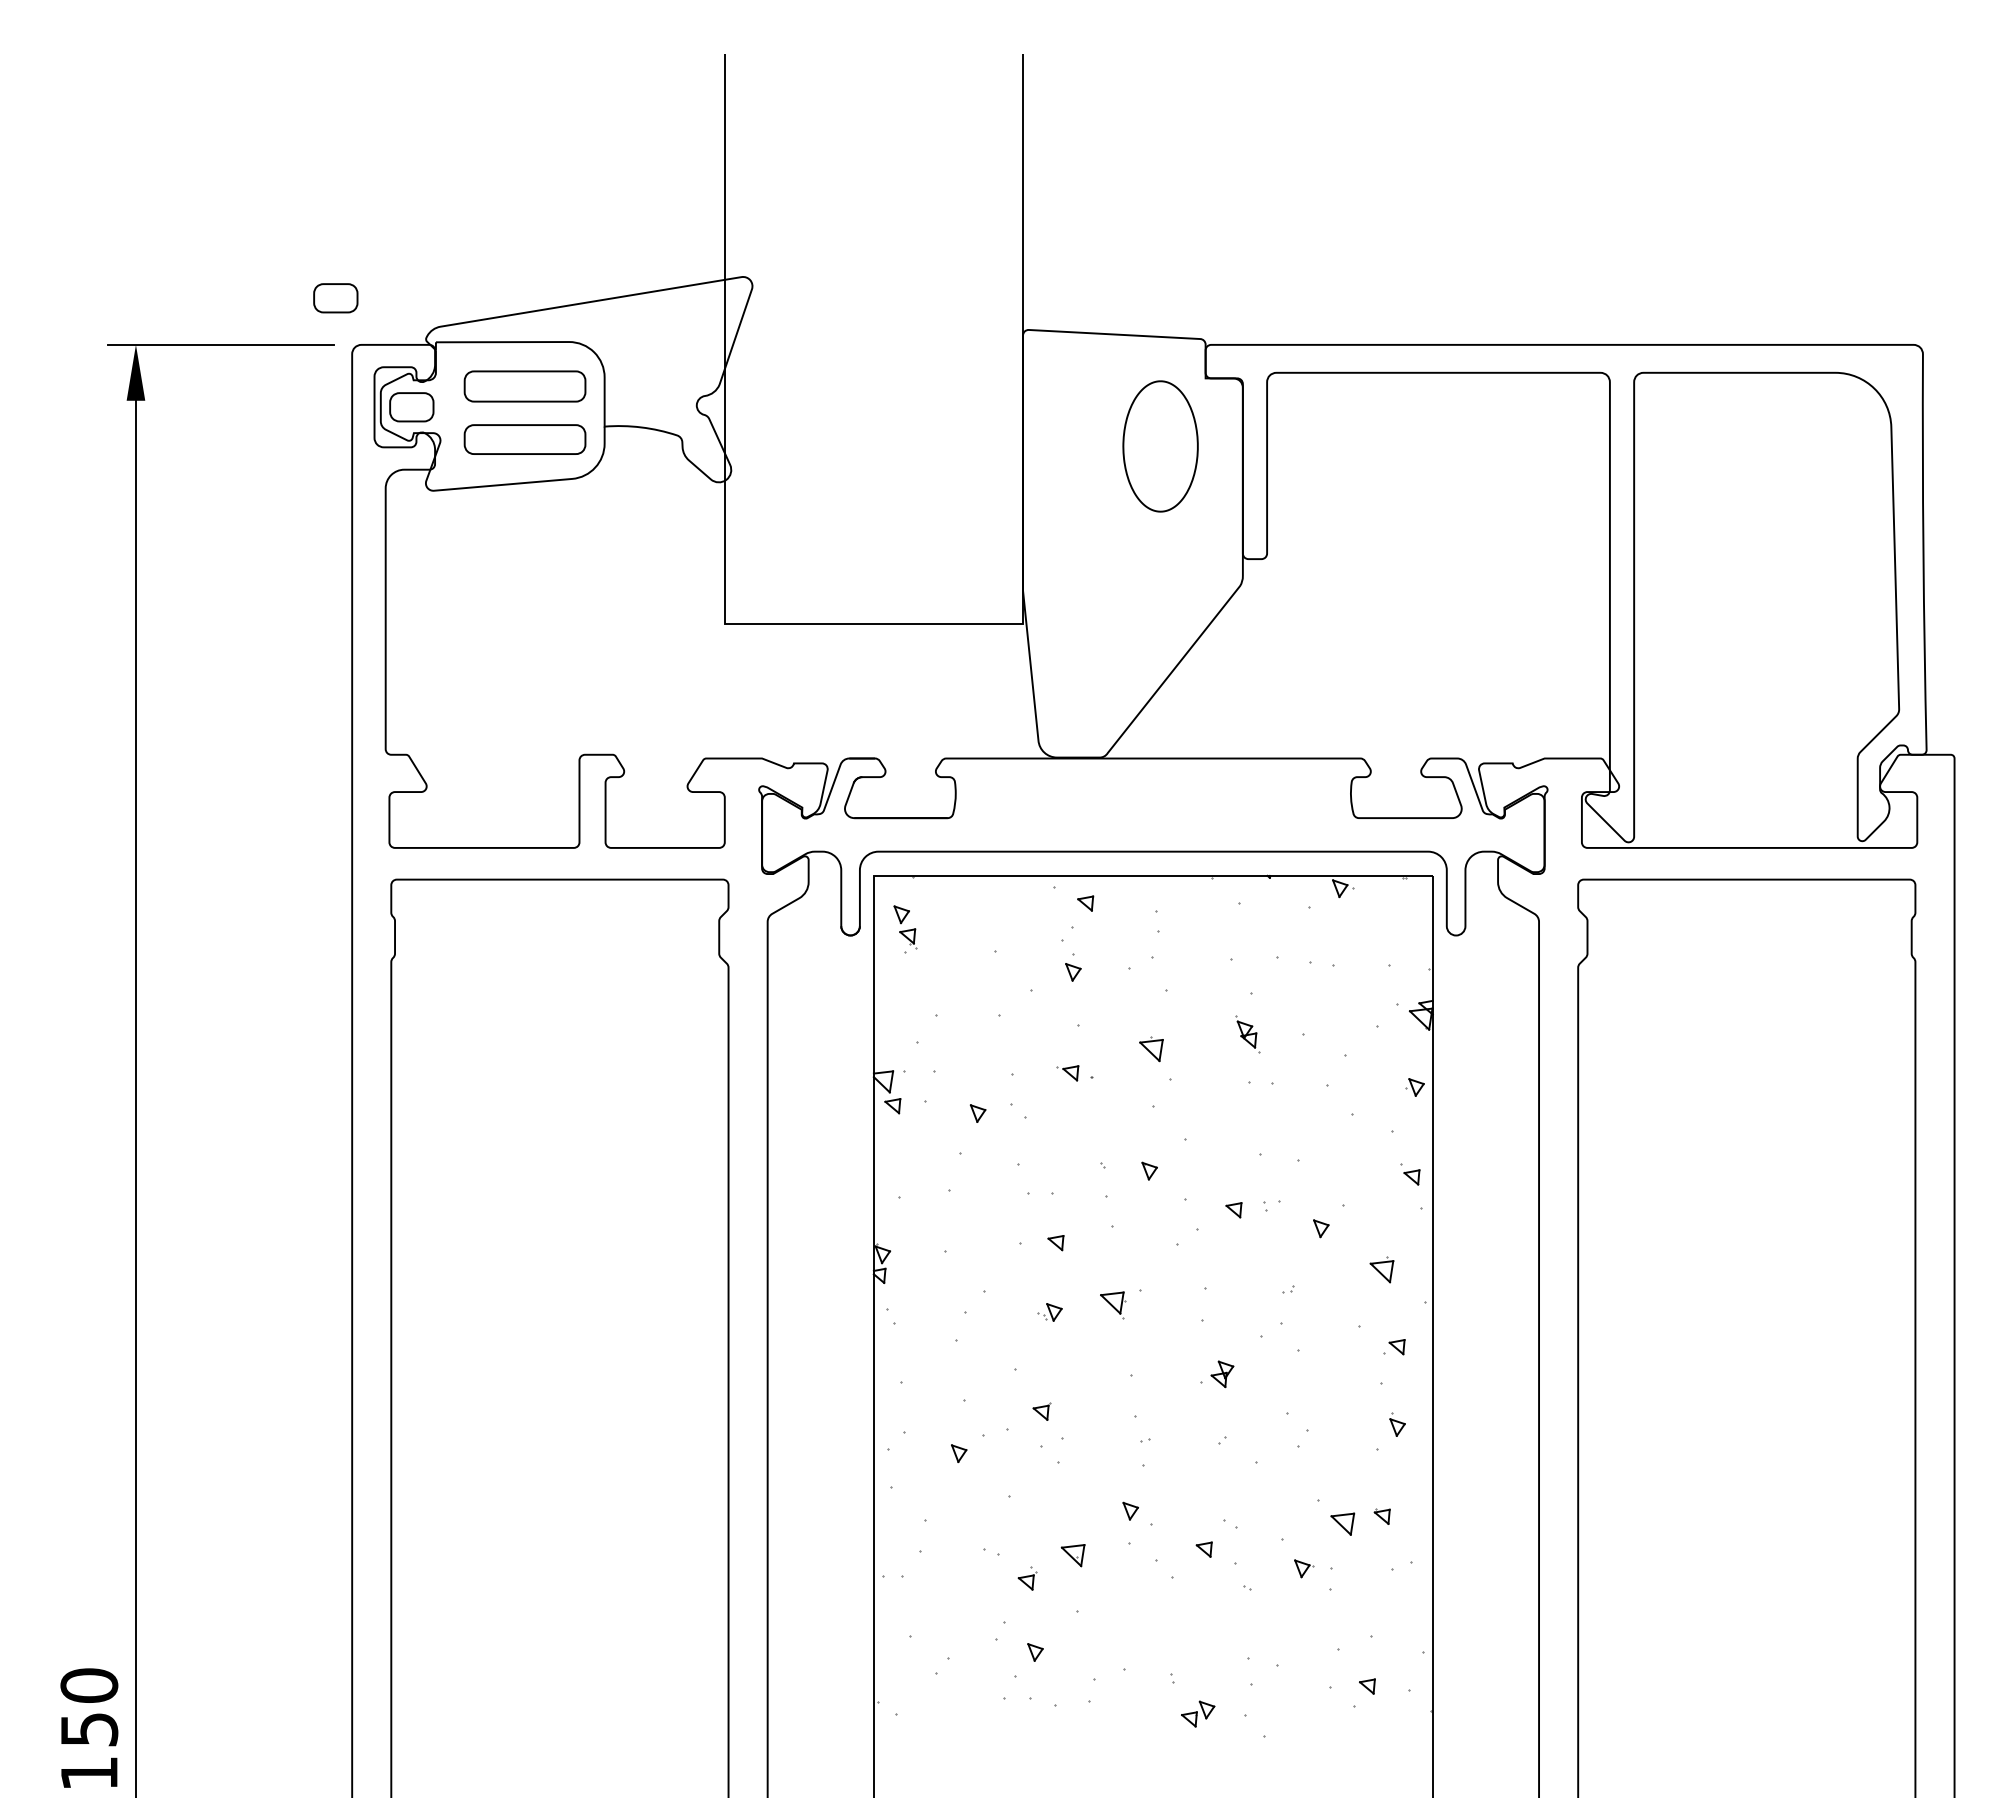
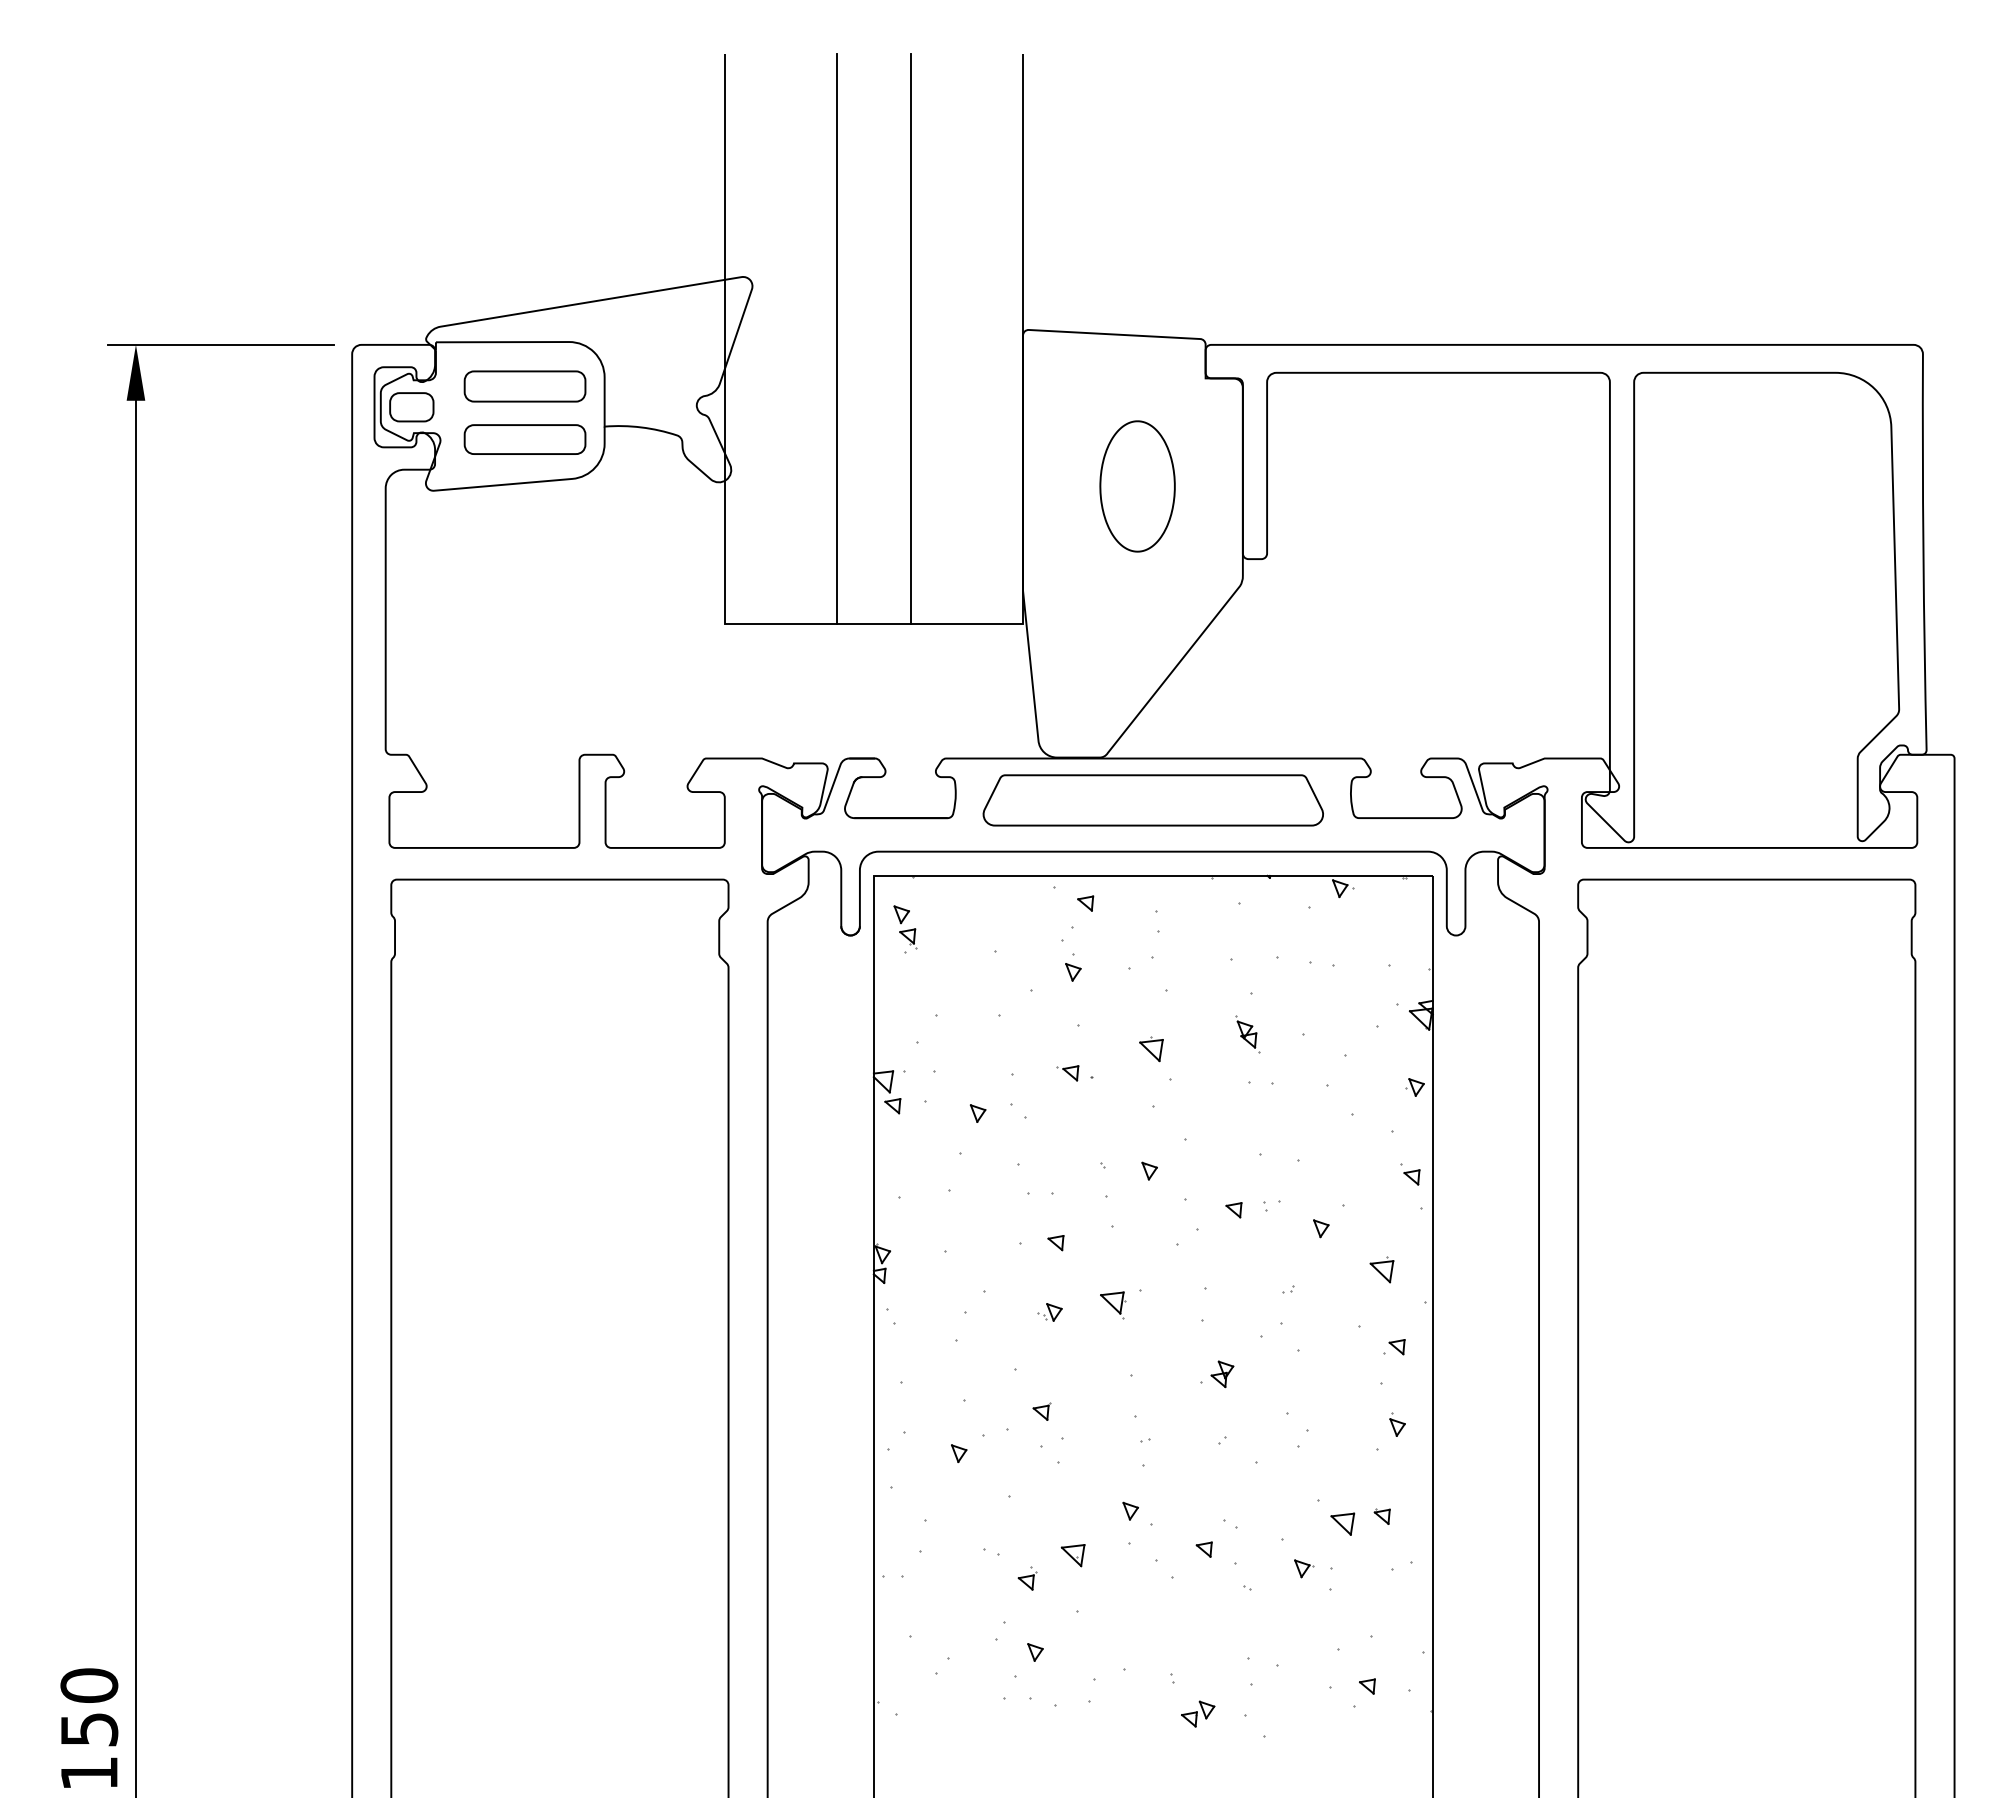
part at (335, 298): present -> none
line at (836, 338): none -> present
line at (911, 338): none -> present
part at (1160, 446) position: (1160, 446) -> (1137, 486)
part at (1152, 800): none -> present
